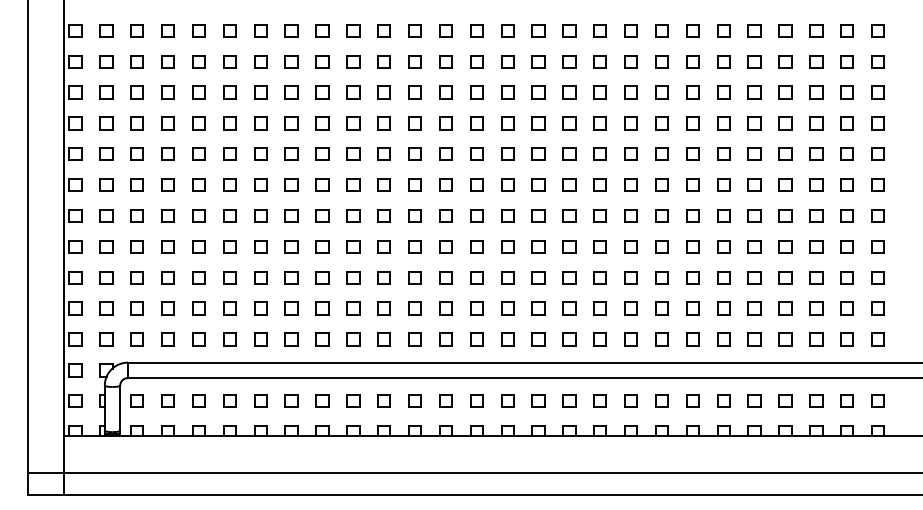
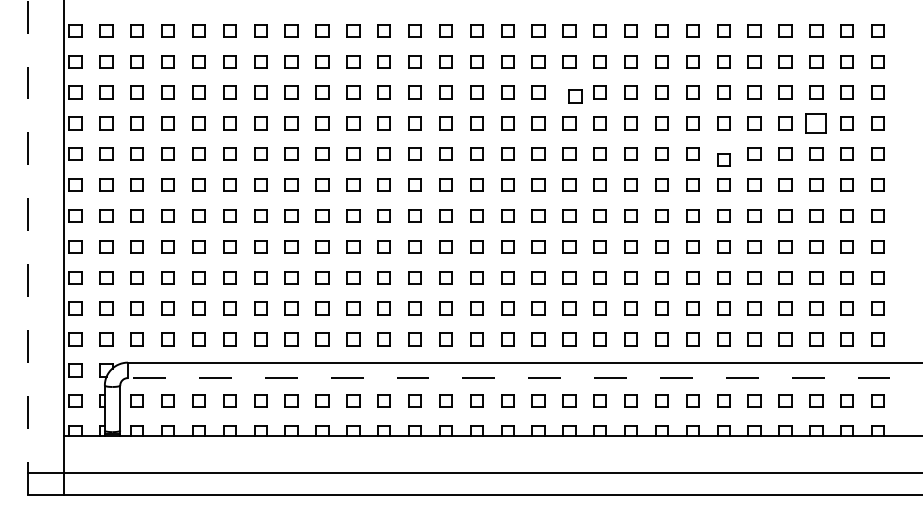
part at (569, 92) position: (569, 92) -> (575, 96)
part at (816, 123) size: 15x15 px -> 22x21 px
part at (723, 153) position: (723, 153) -> (723, 159)
line at (27, 247): solid -> dashed
line at (524, 378): solid -> dashed
